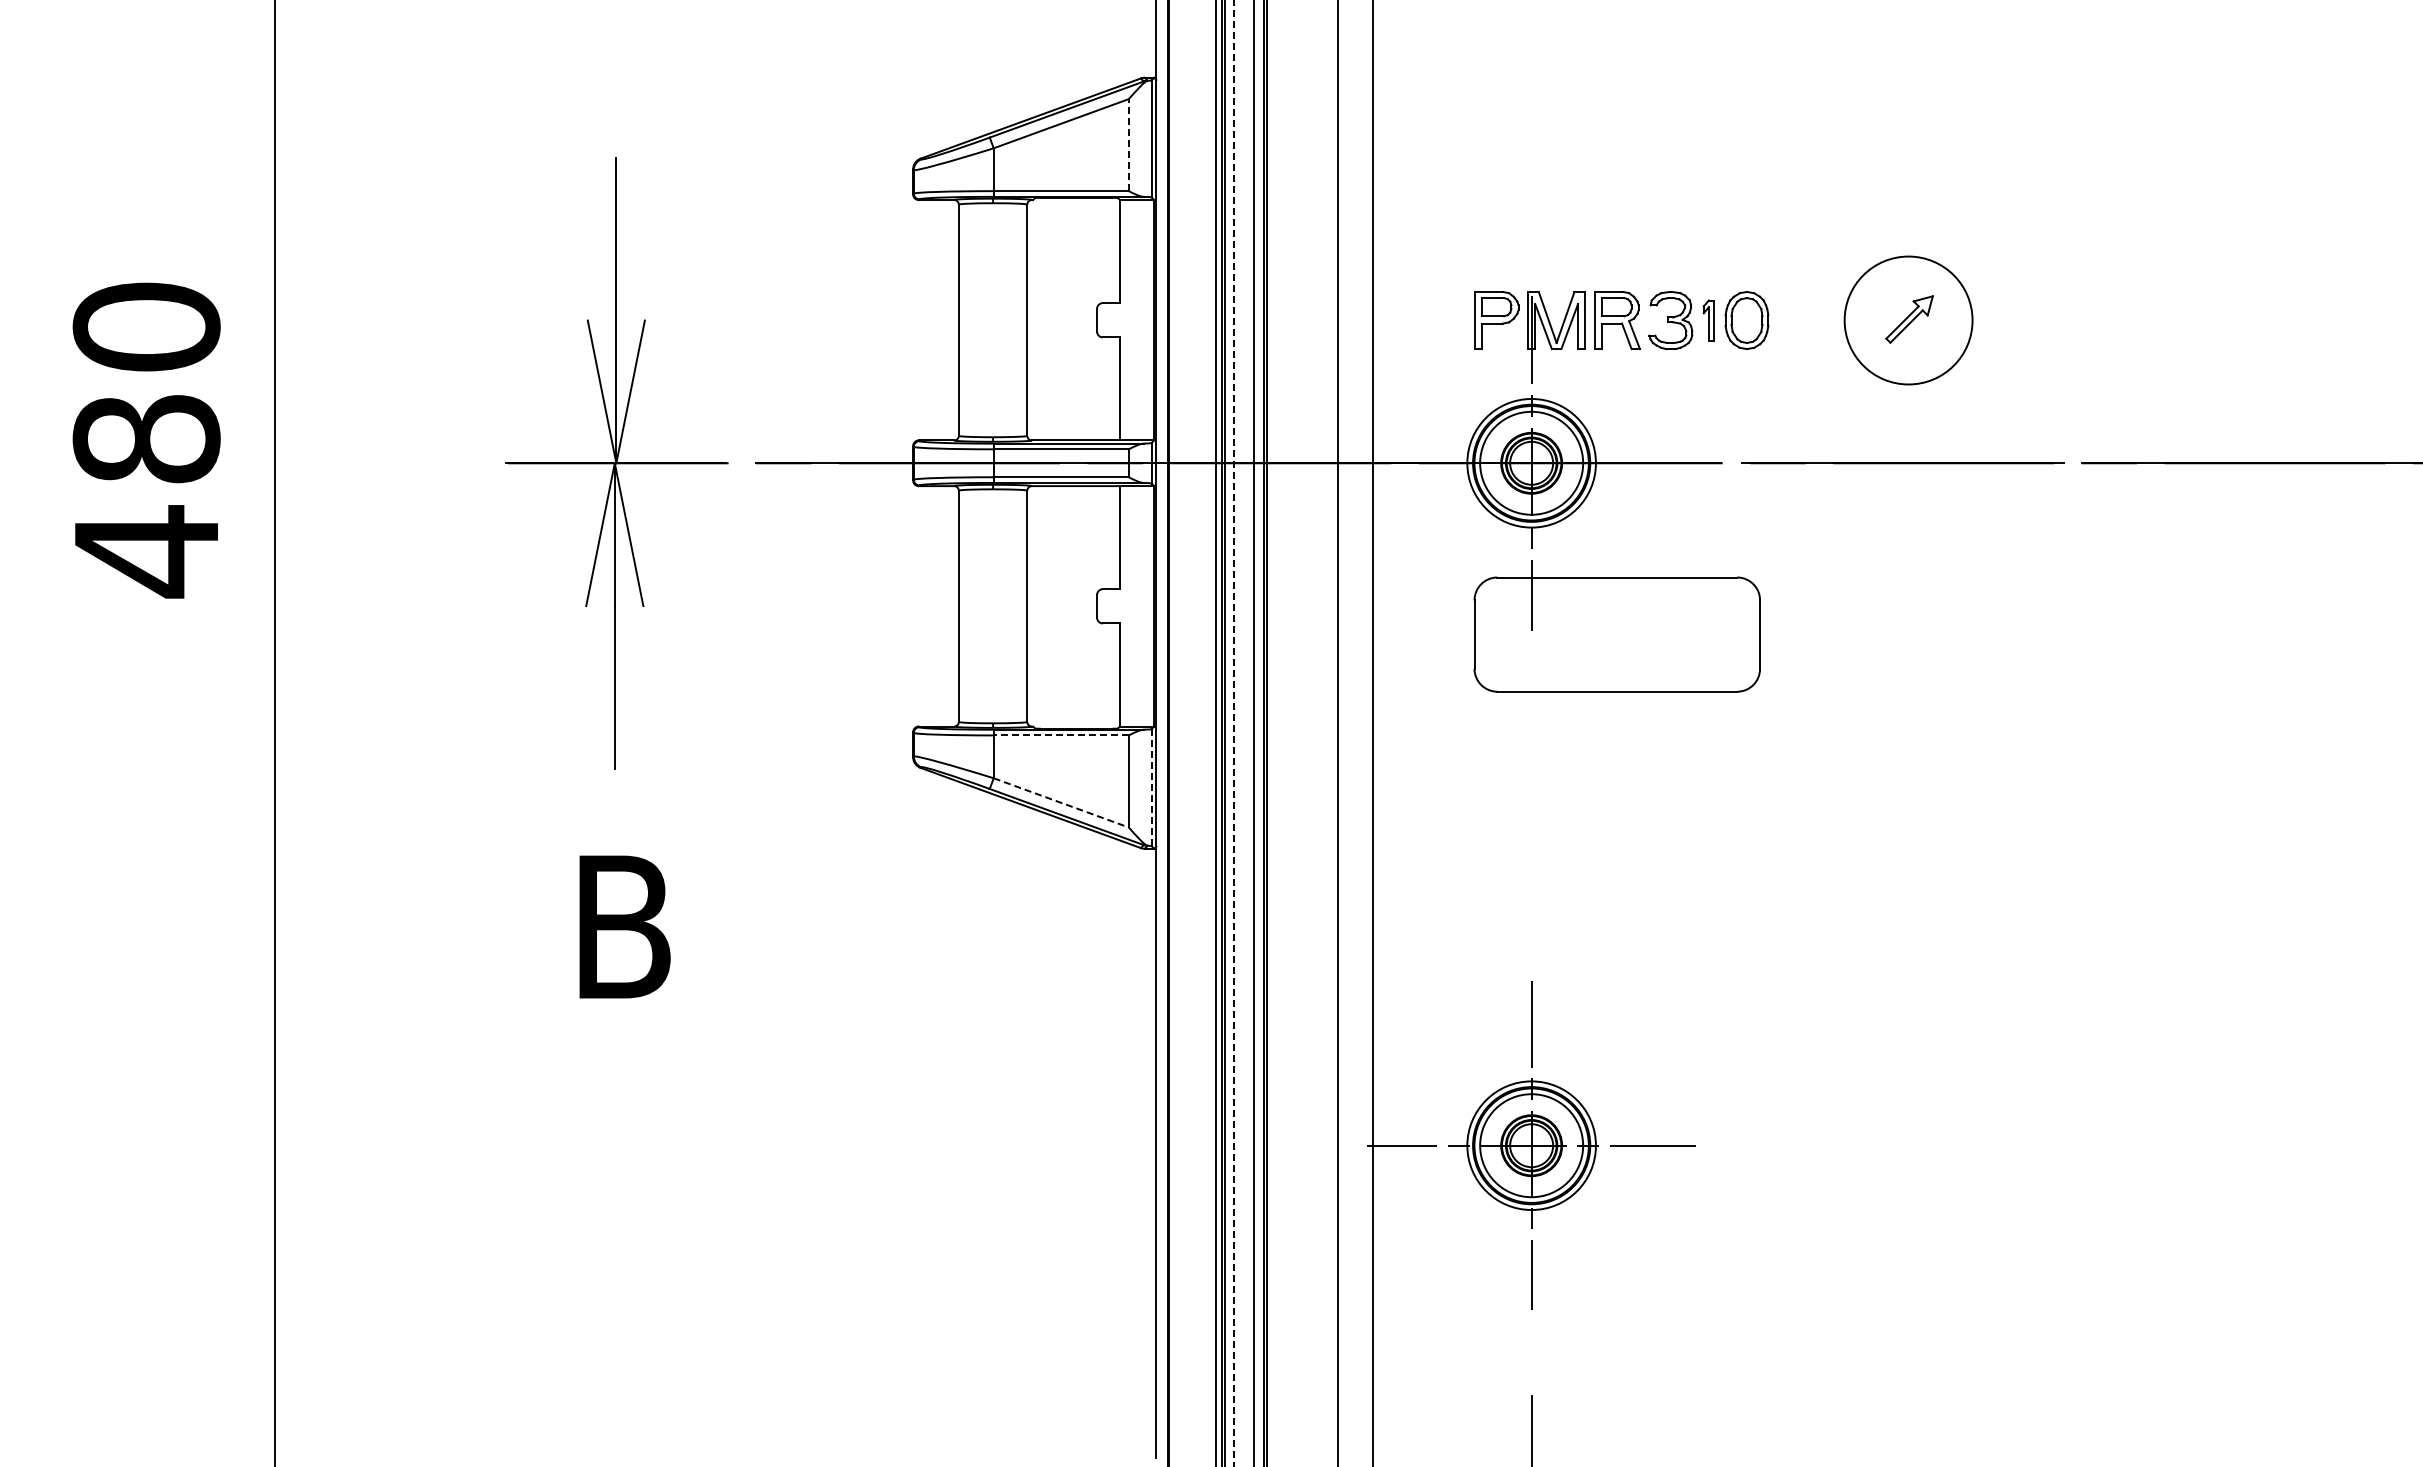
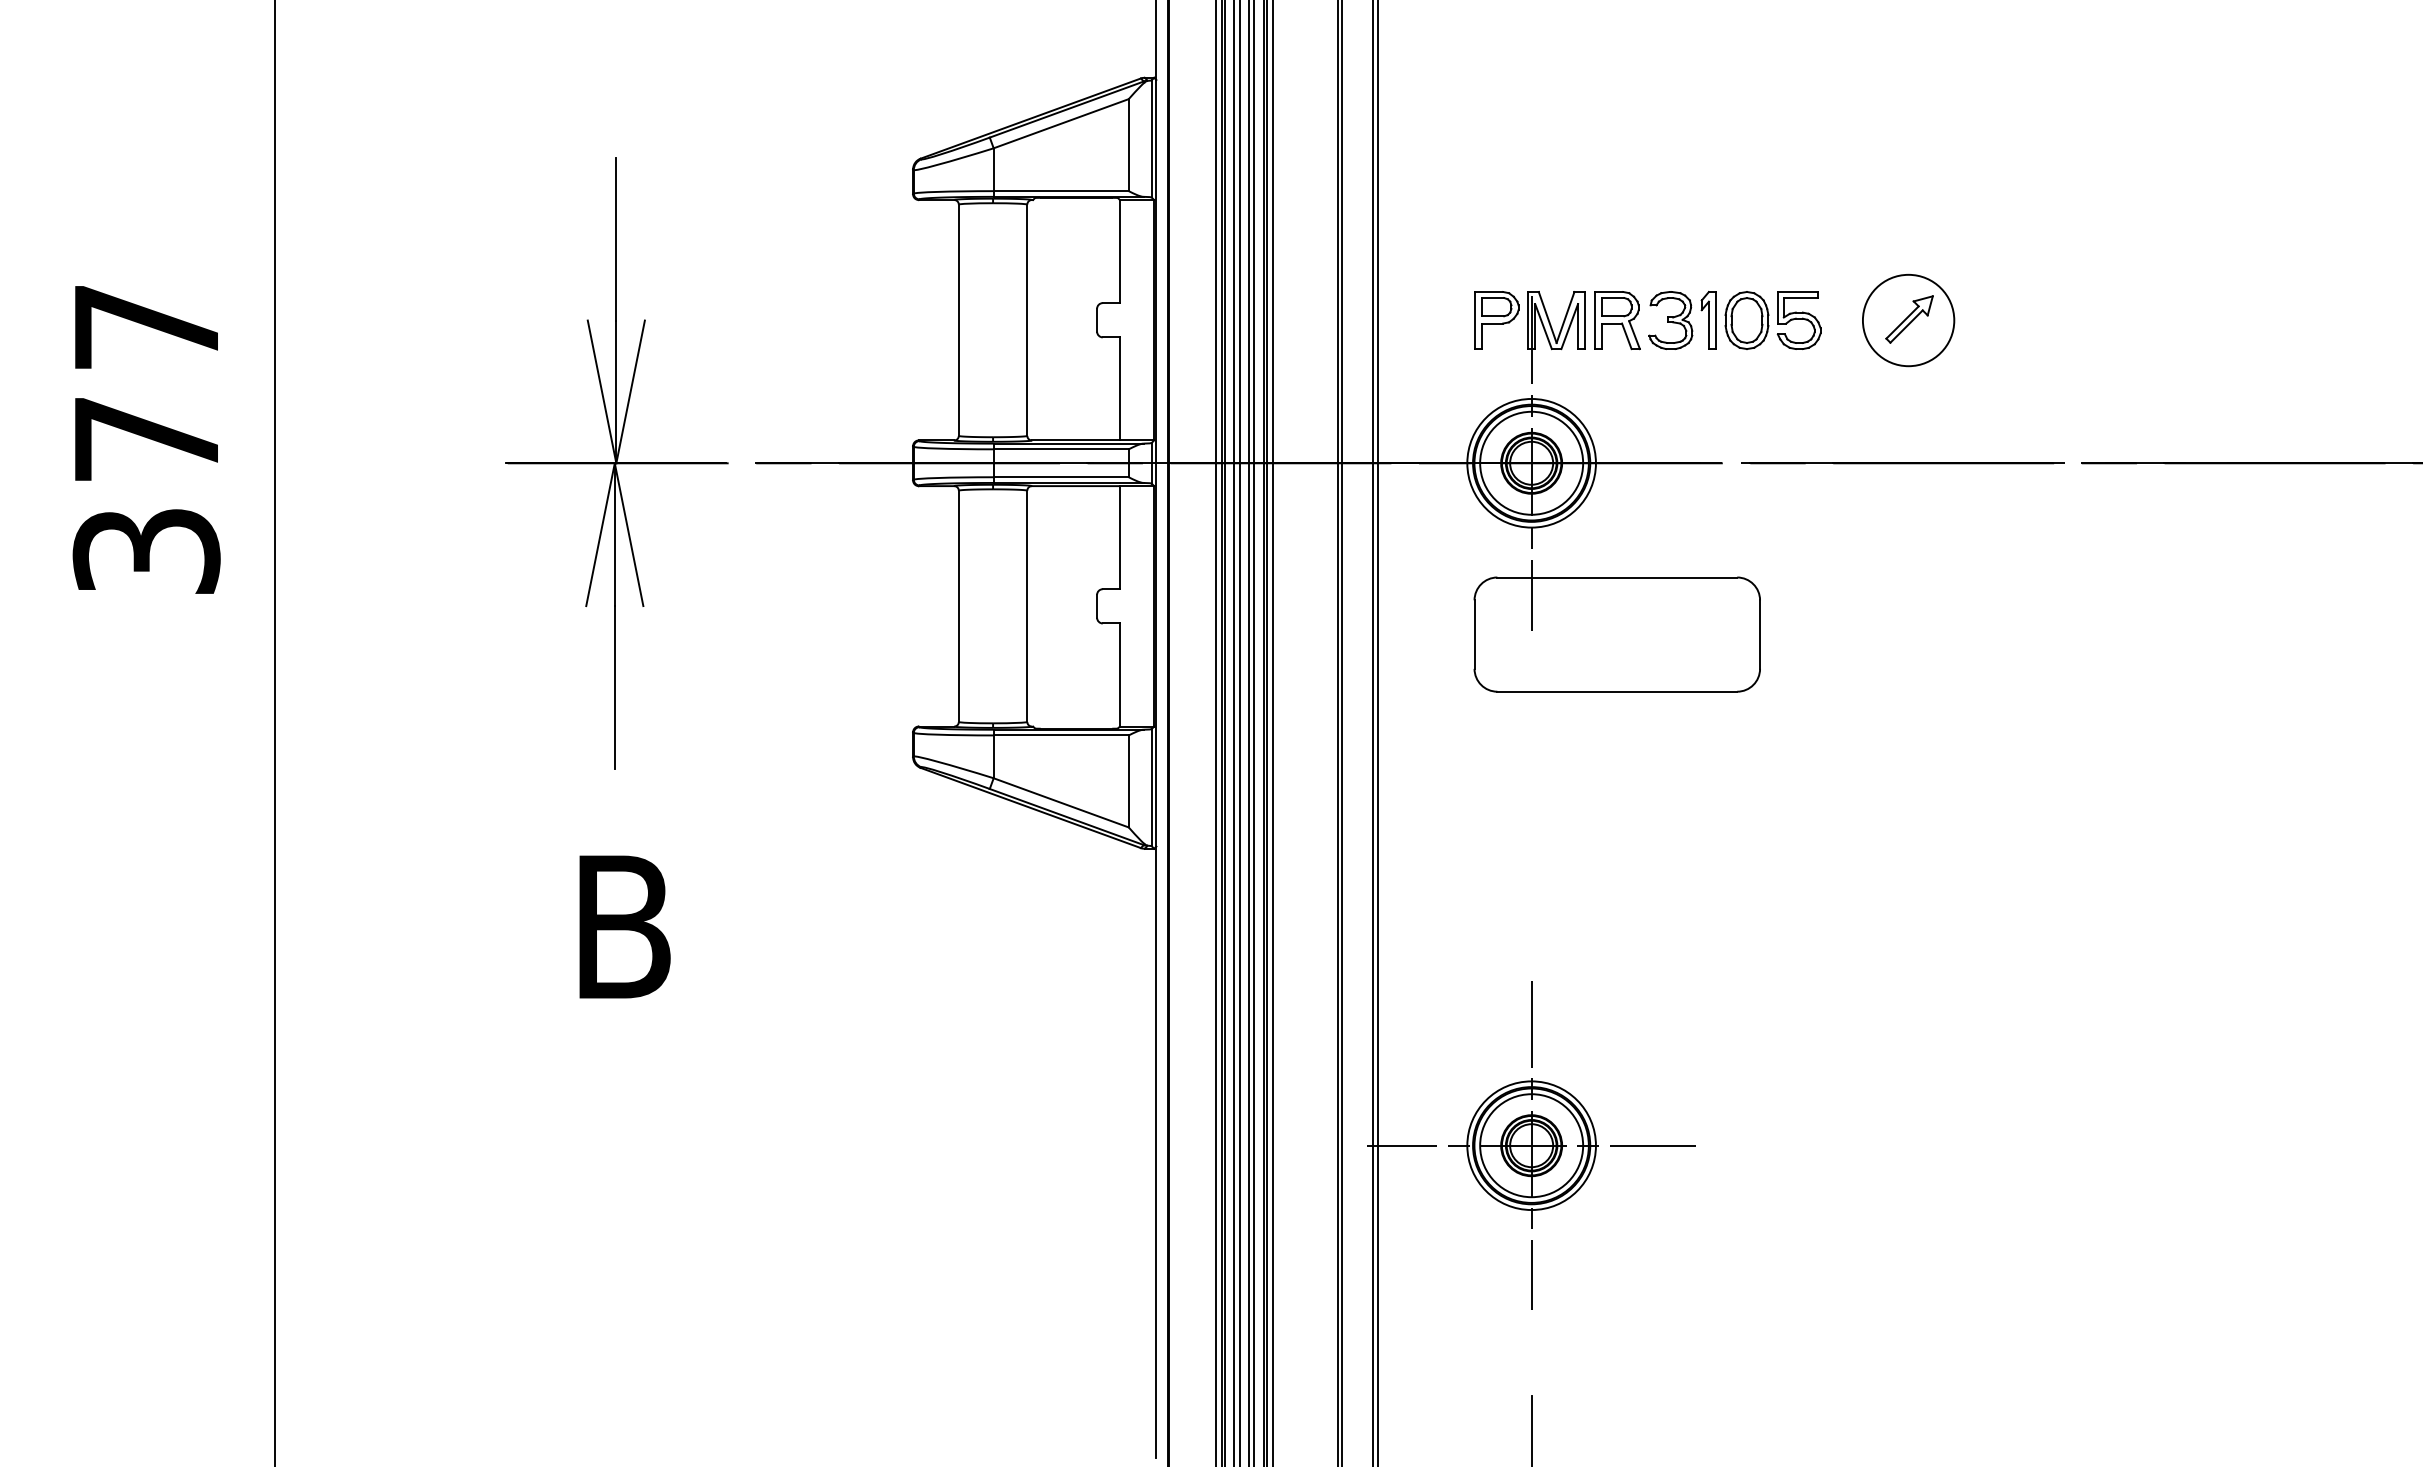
line at (1128, 144): dashed -> solid
part at (1708, 320) size: 13x43 px -> 17x59 px
part at (1798, 320): none -> present
circle at (1908, 320) diameter: 128 px -> 91 px
text at (146, 440): 480 -> 377
line at (1240, 732): none -> present
line at (1248, 732): none -> present
line at (1272, 732): none -> present
line at (1341, 732): none -> present
line at (1378, 732): none -> present
line at (1234, 733): dashed -> solid
line at (1061, 735): dashed -> solid
line at (1151, 787): dashed -> solid
line at (1061, 802): dashed -> solid
